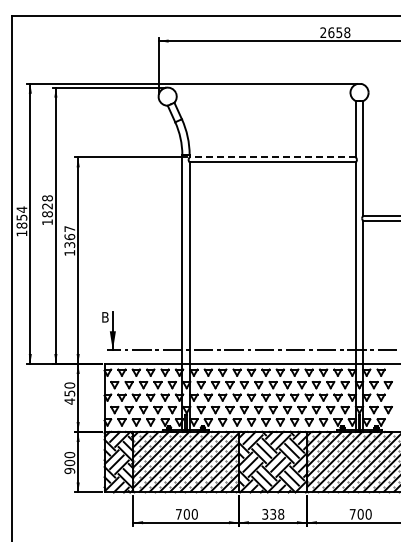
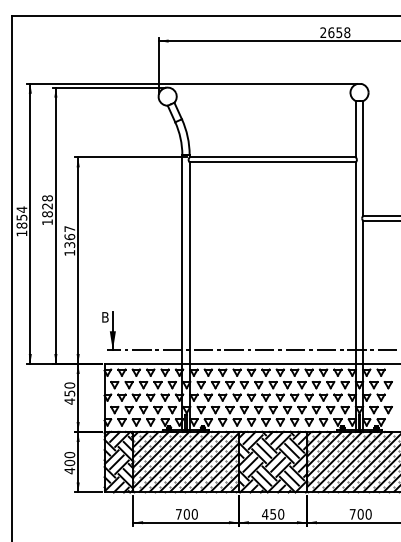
line at (272, 157): dashed -> solid
text at (69, 470): 900 -> 400
text at (273, 514): 338 -> 450
